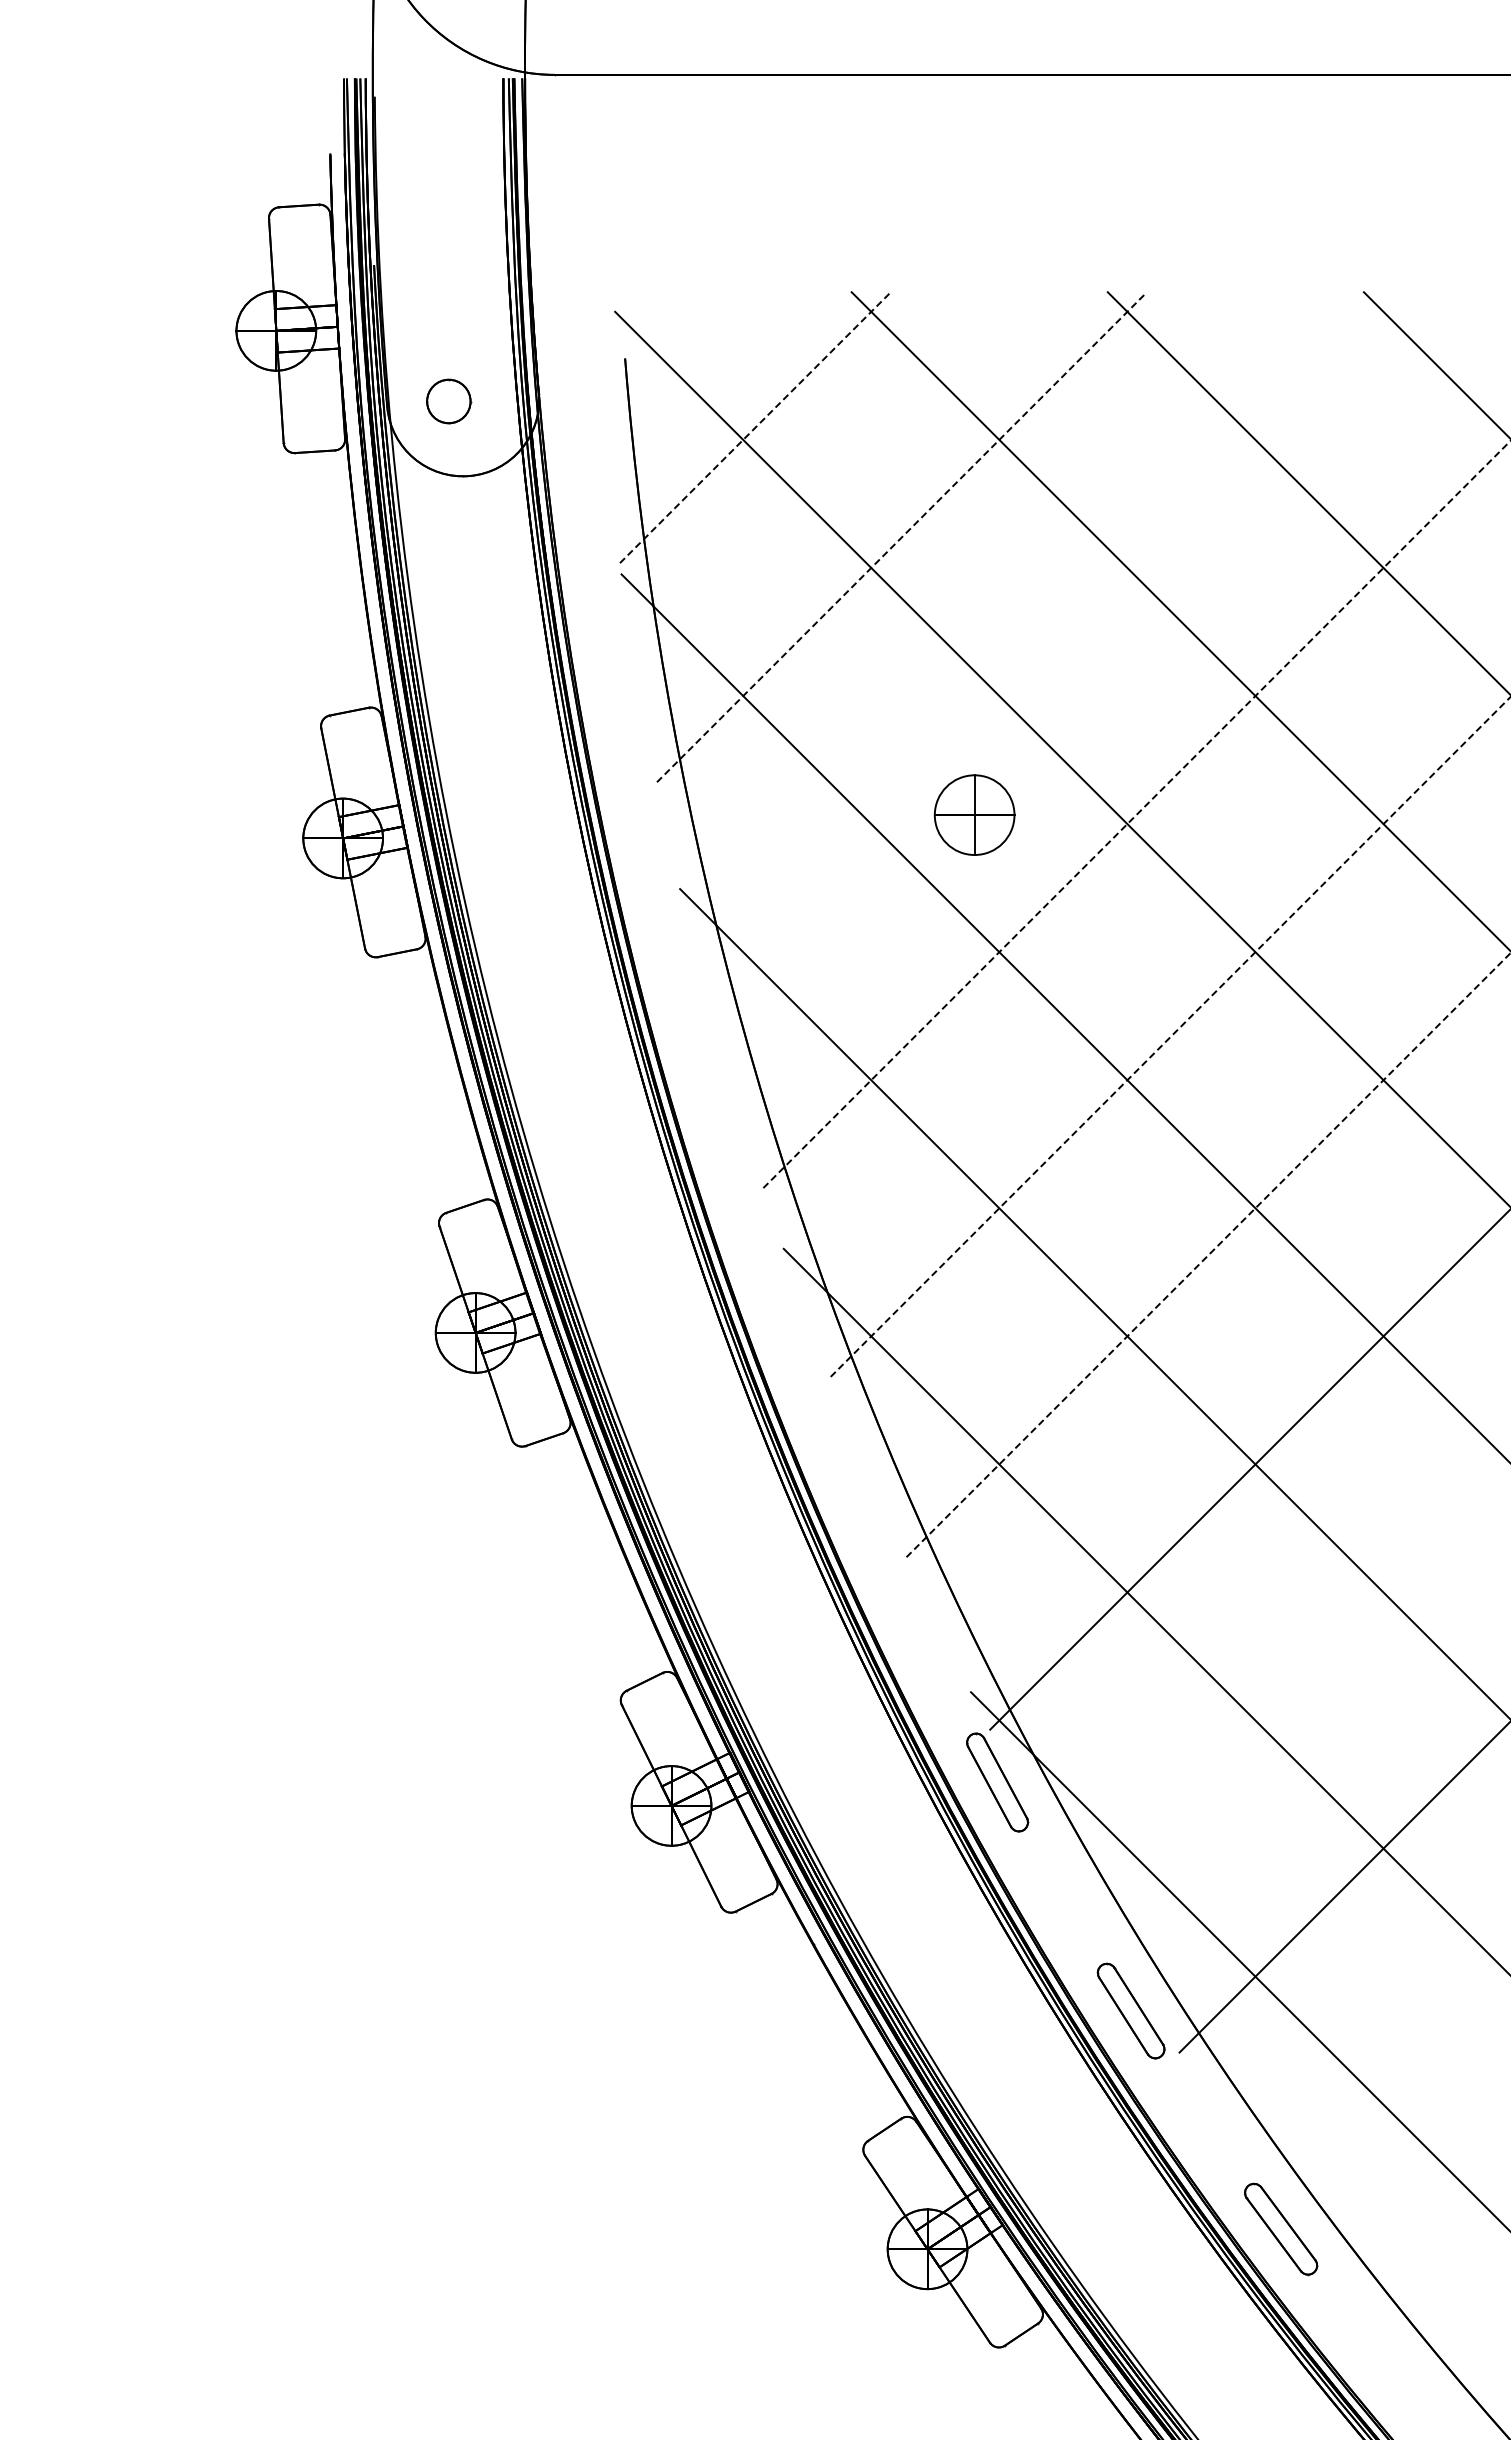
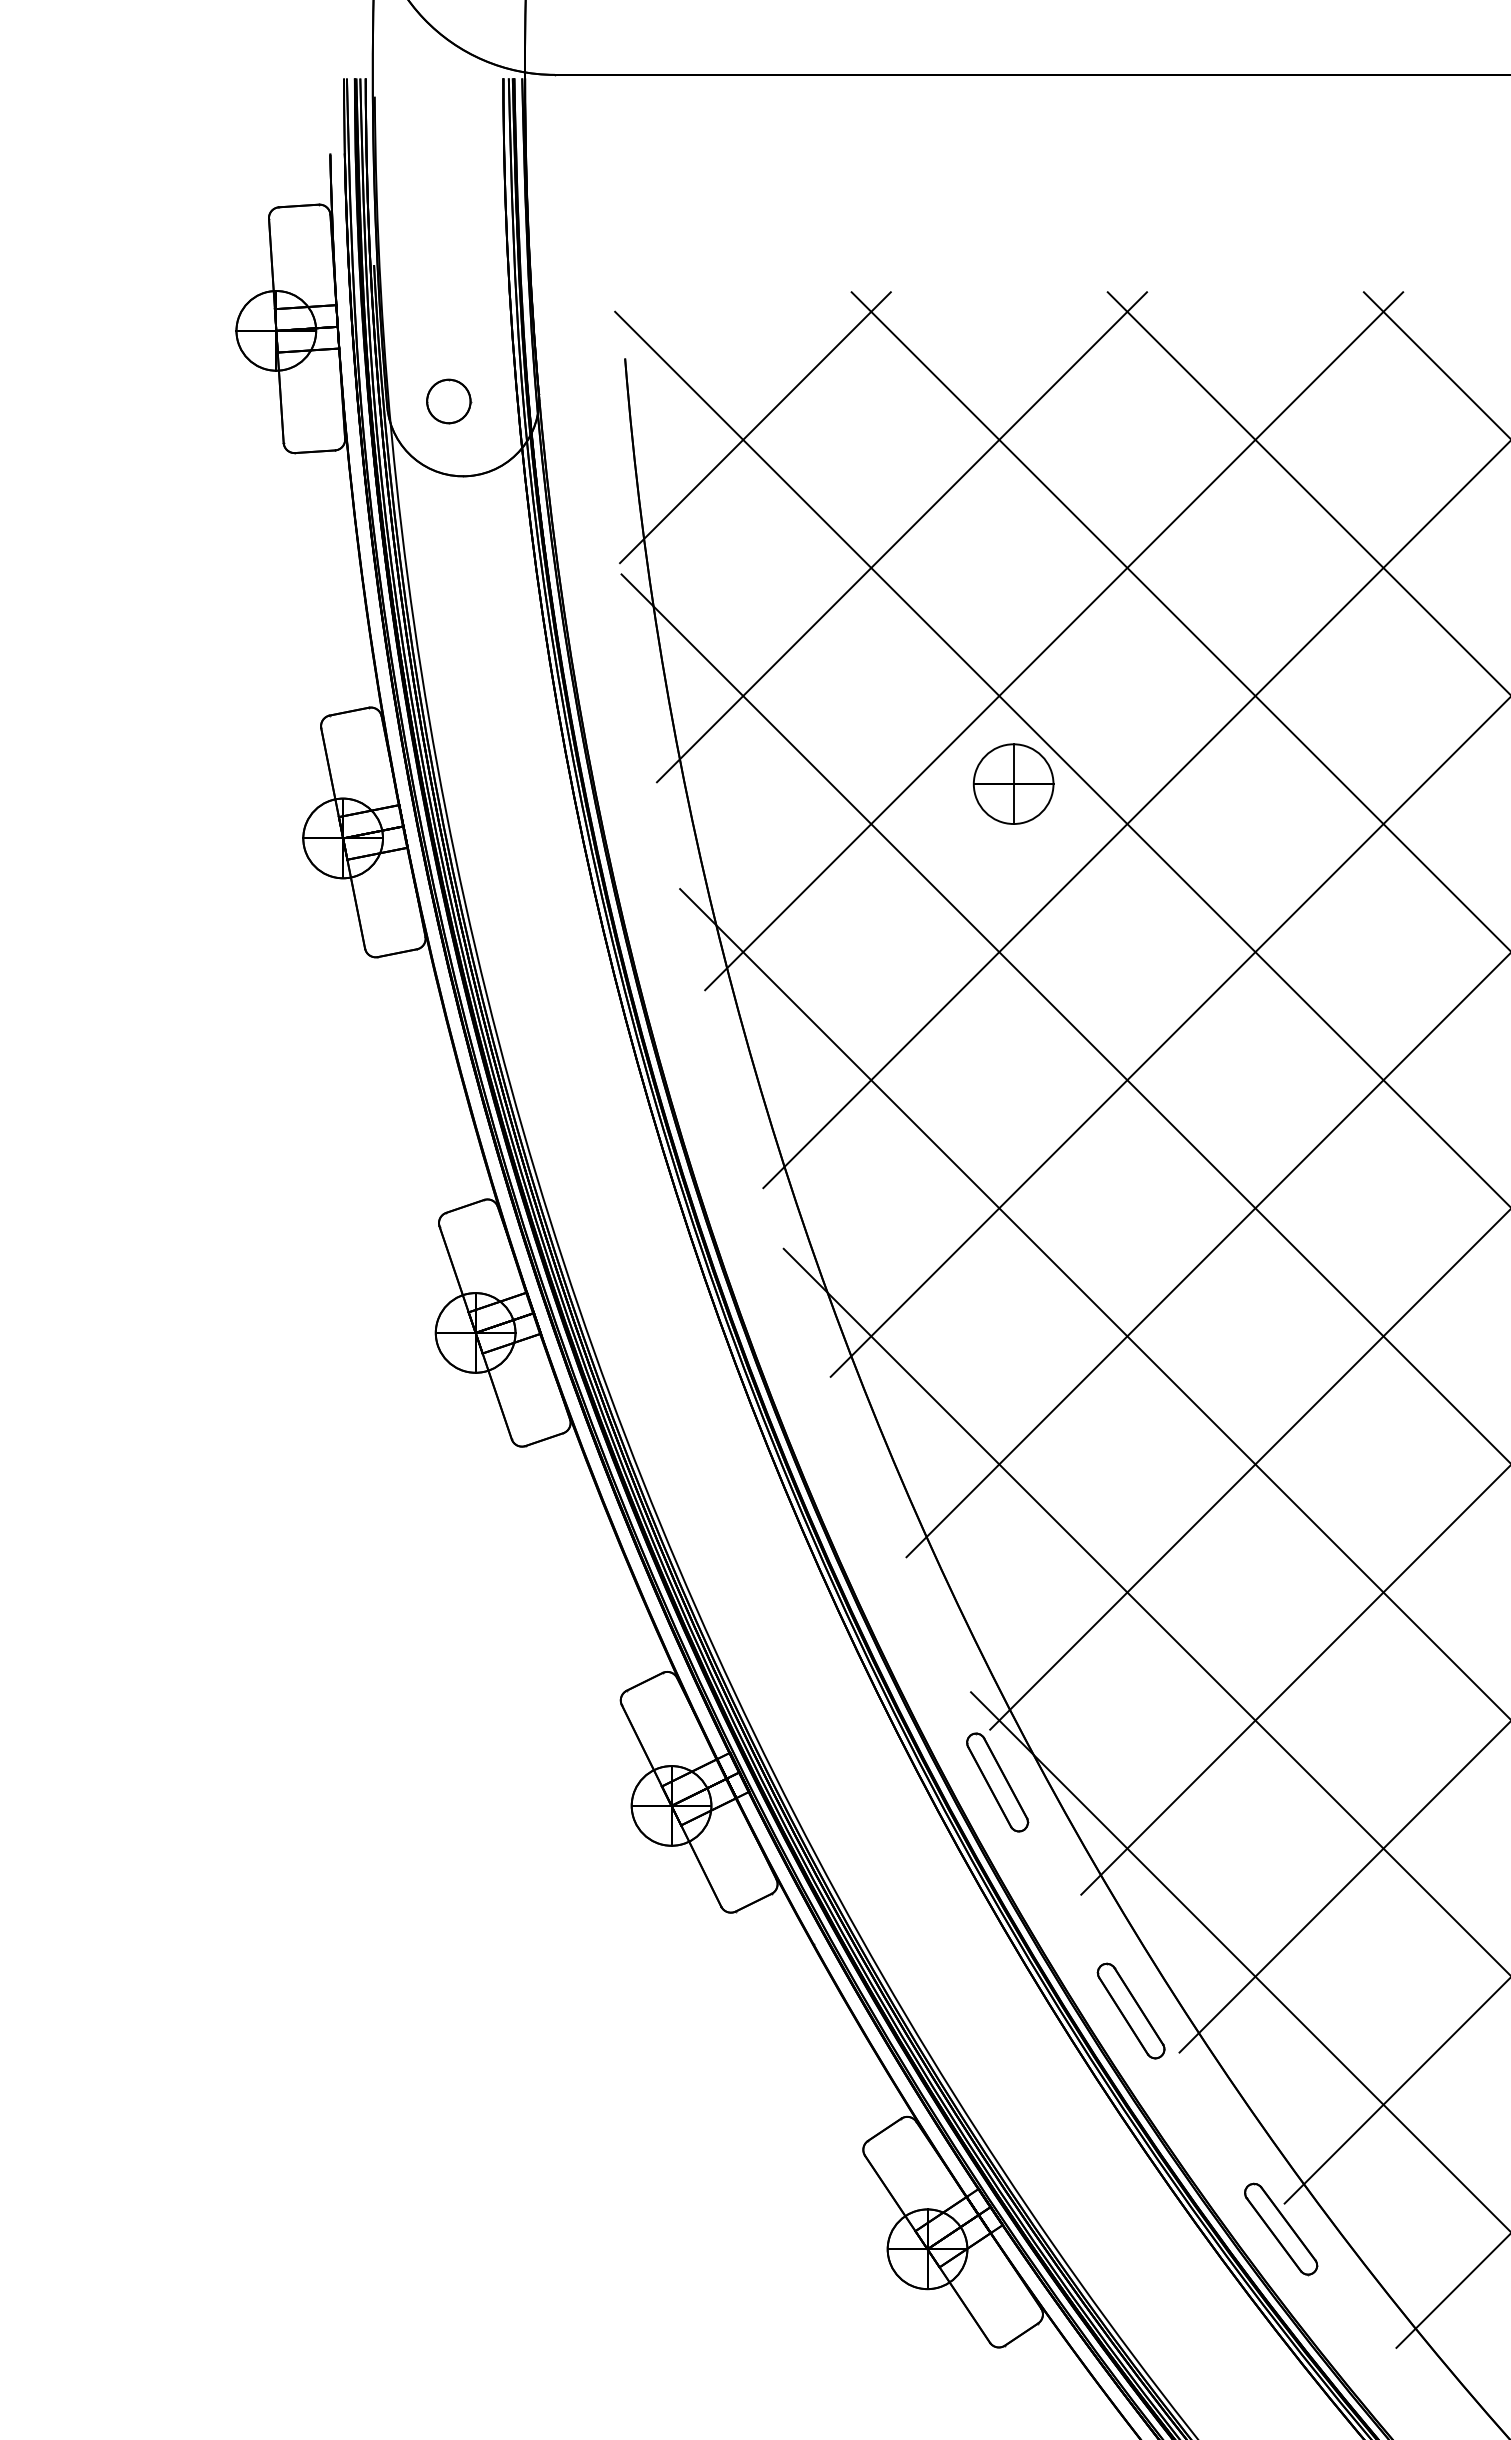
line at (755, 427): dashed -> solid
line at (902, 536): dashed -> solid
line at (1054, 641): none -> present
part at (974, 814) position: (974, 814) -> (1013, 783)
line at (1137, 814): dashed -> solid
line at (1170, 1036): dashed -> solid
line at (1208, 1255): dashed -> solid
line at (1294, 1681): none -> present
line at (1395, 2091): none -> present
line at (1451, 2291): none -> present
